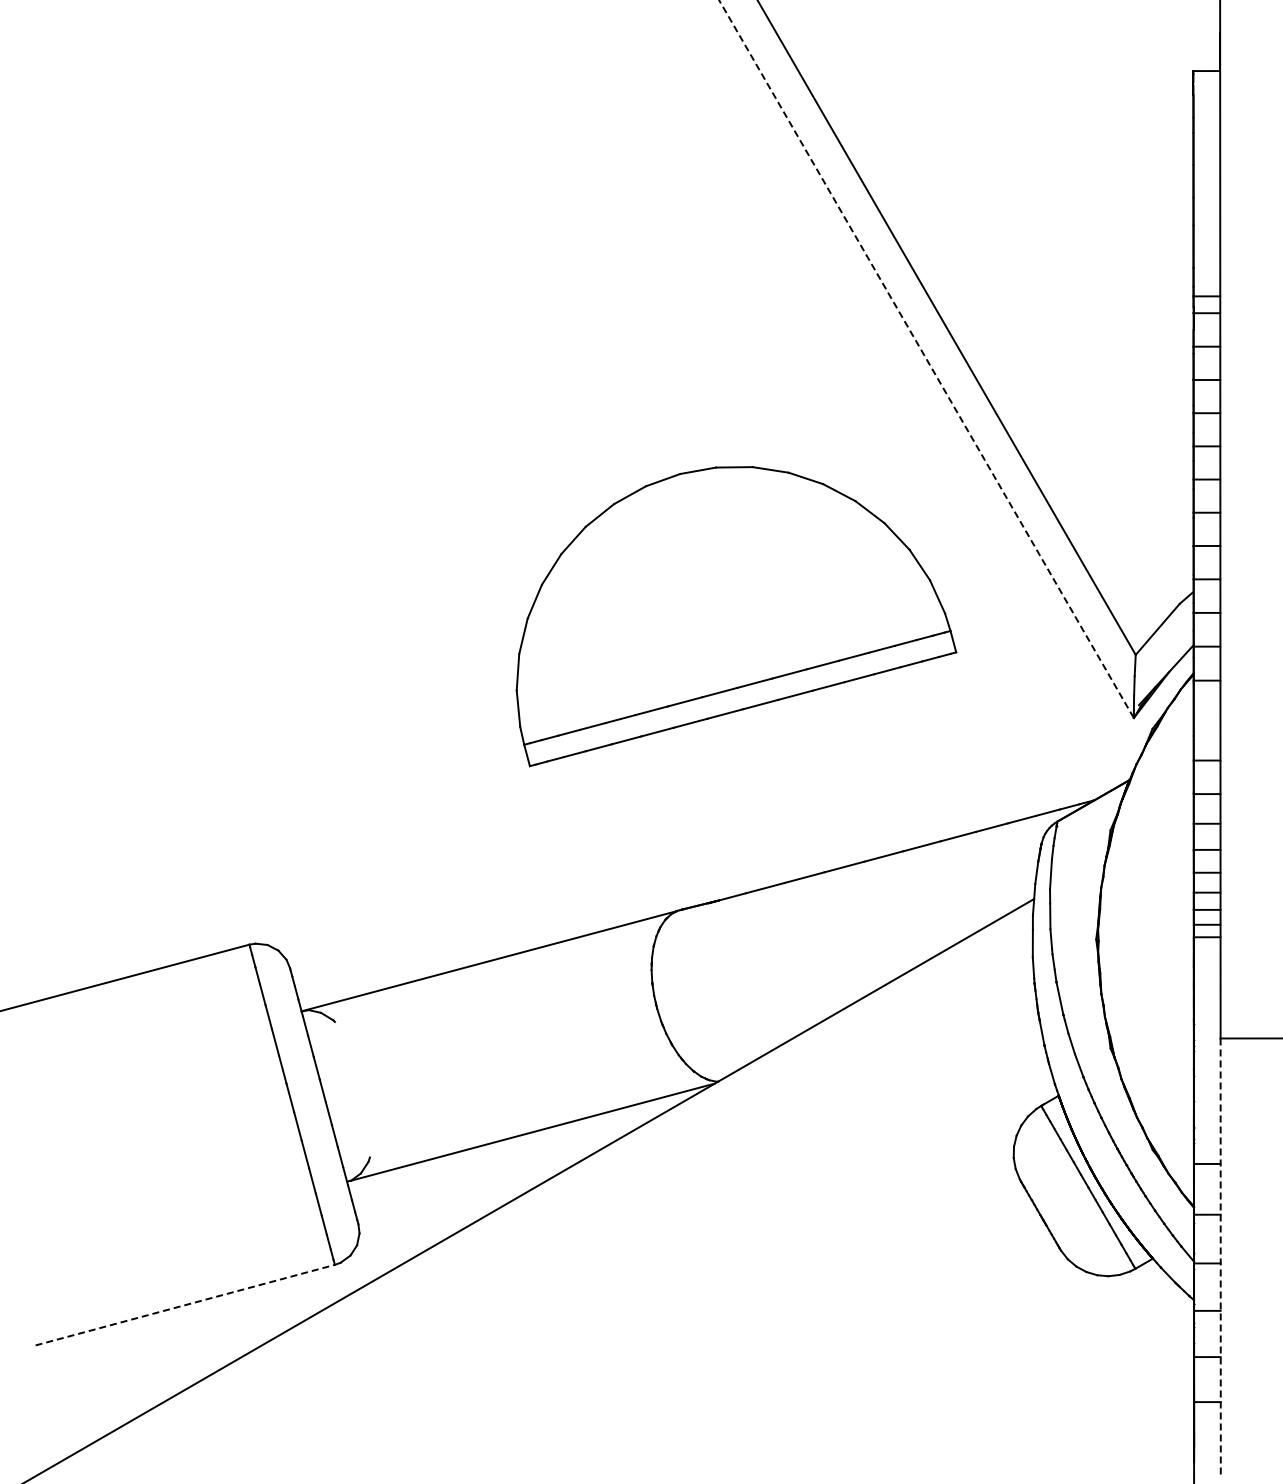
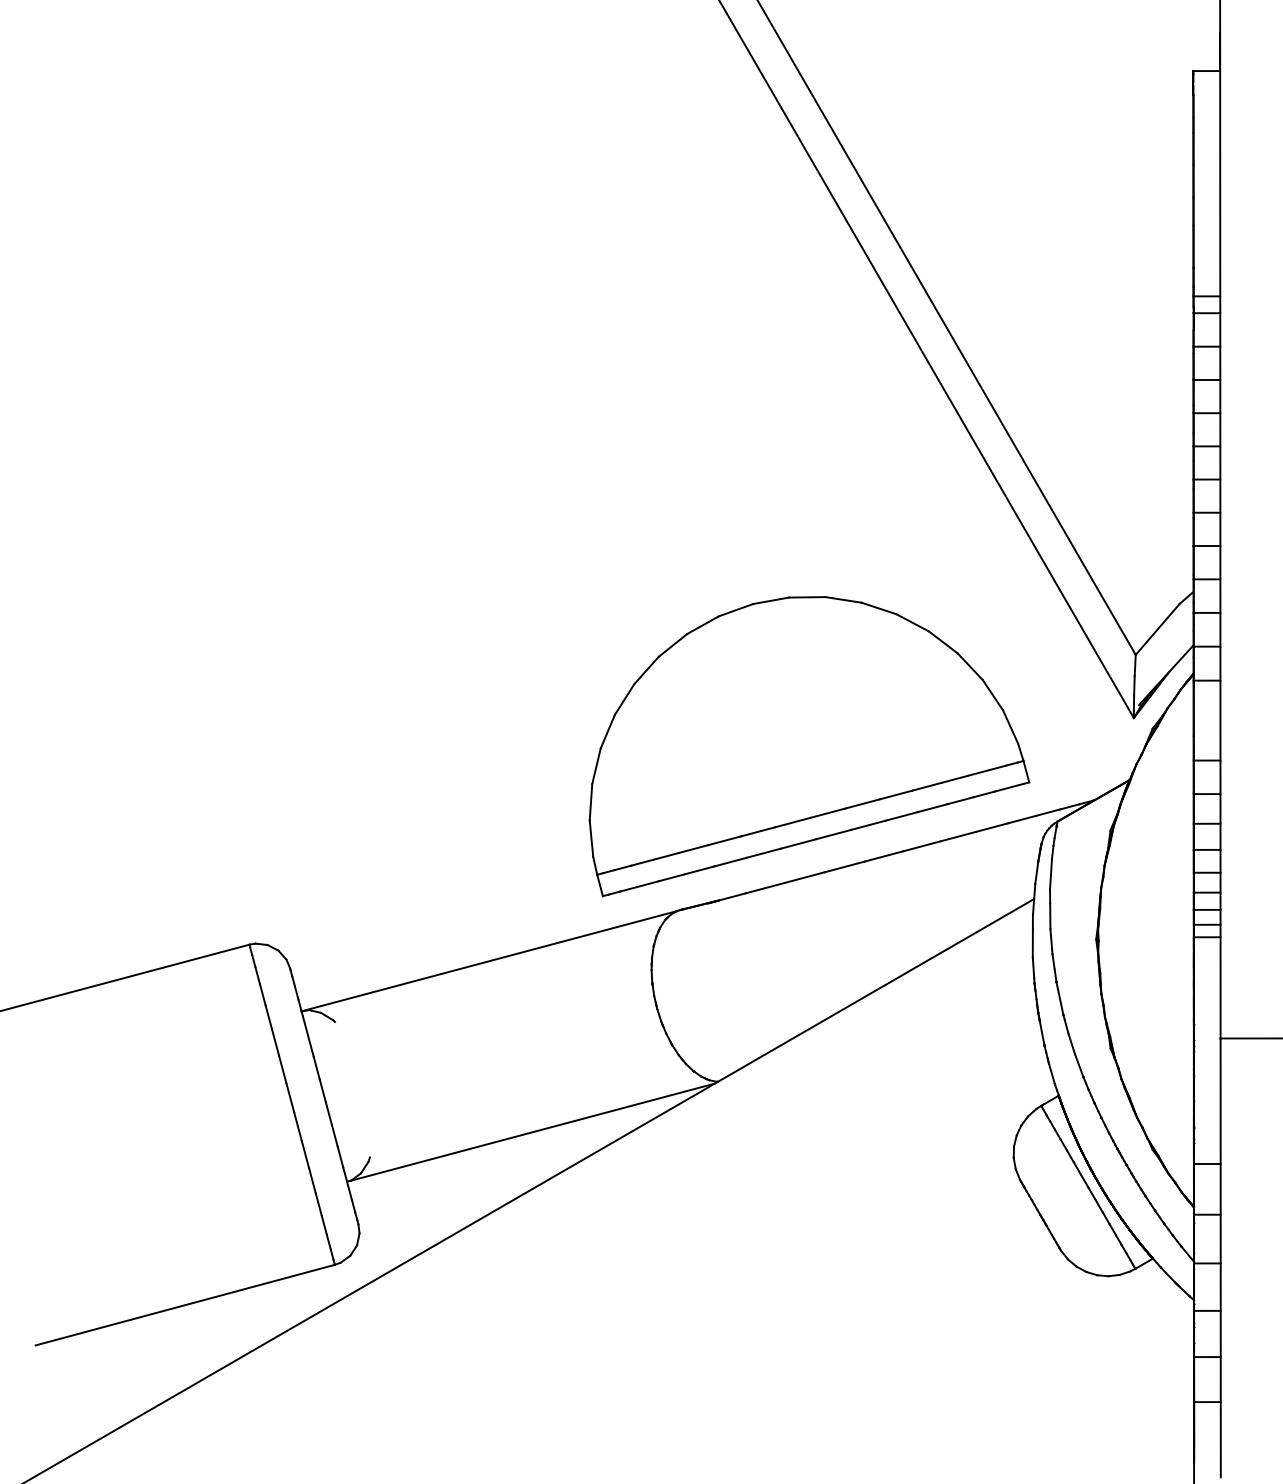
line at (926, 359): dashed -> solid
part at (736, 616) position: (736, 616) -> (809, 746)
line at (1220, 1258): dashed -> solid
line at (185, 1305): dashed -> solid
